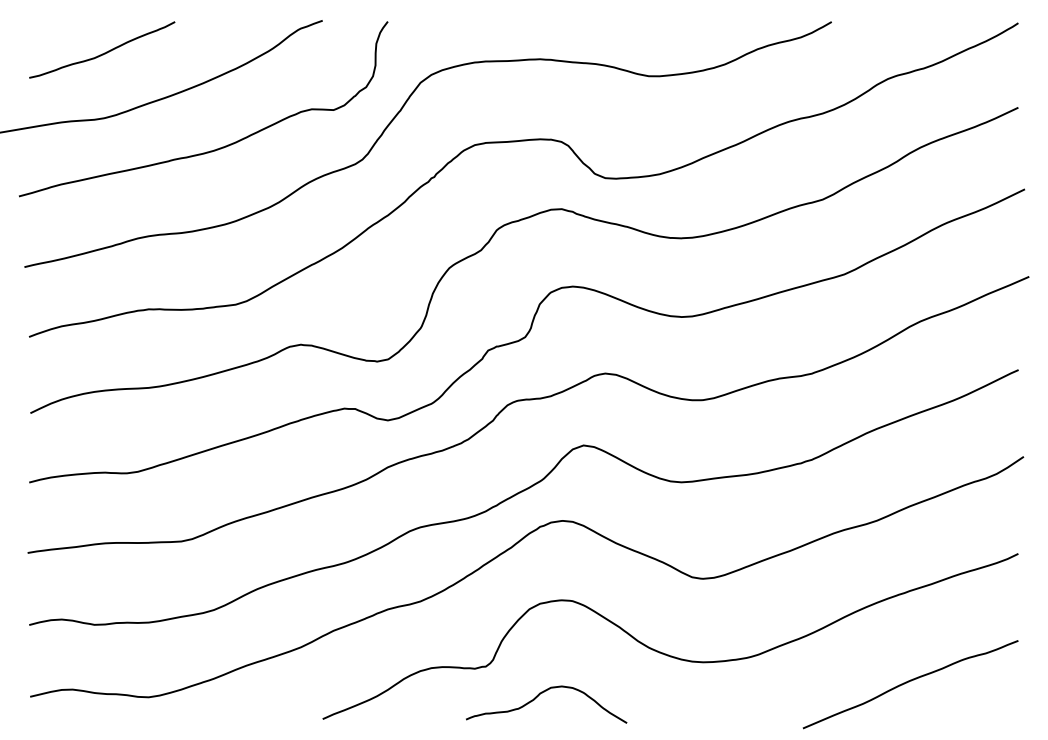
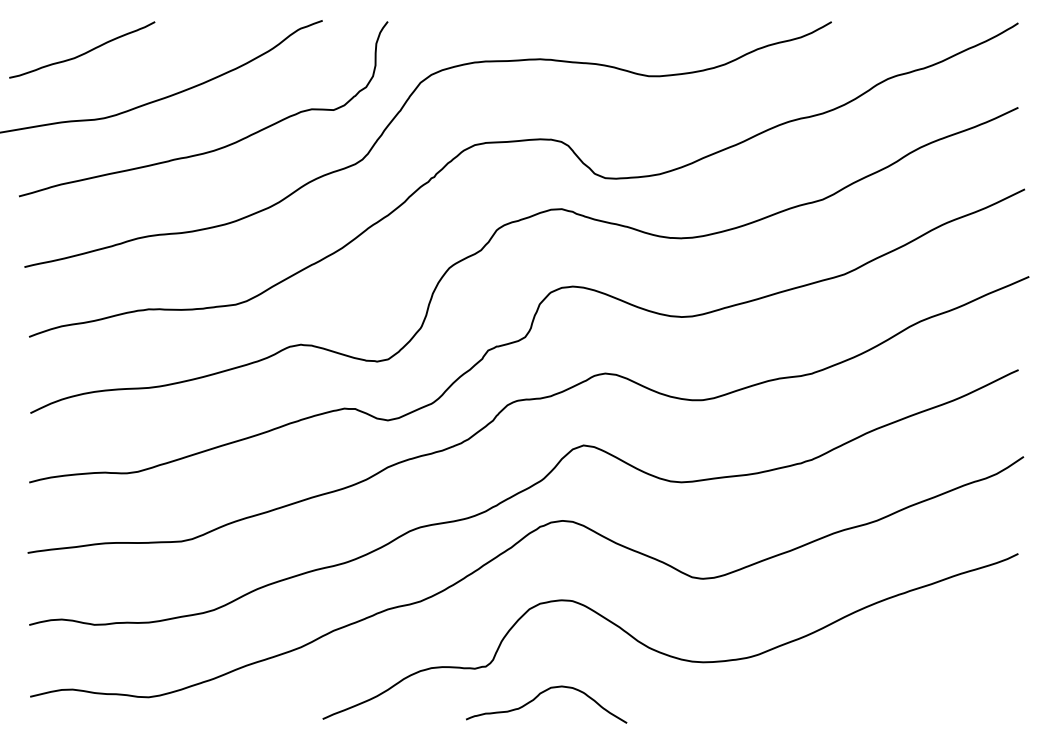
curve at (104, 52) position: (104, 52) -> (84, 52)
curve at (909, 682): present -> none
